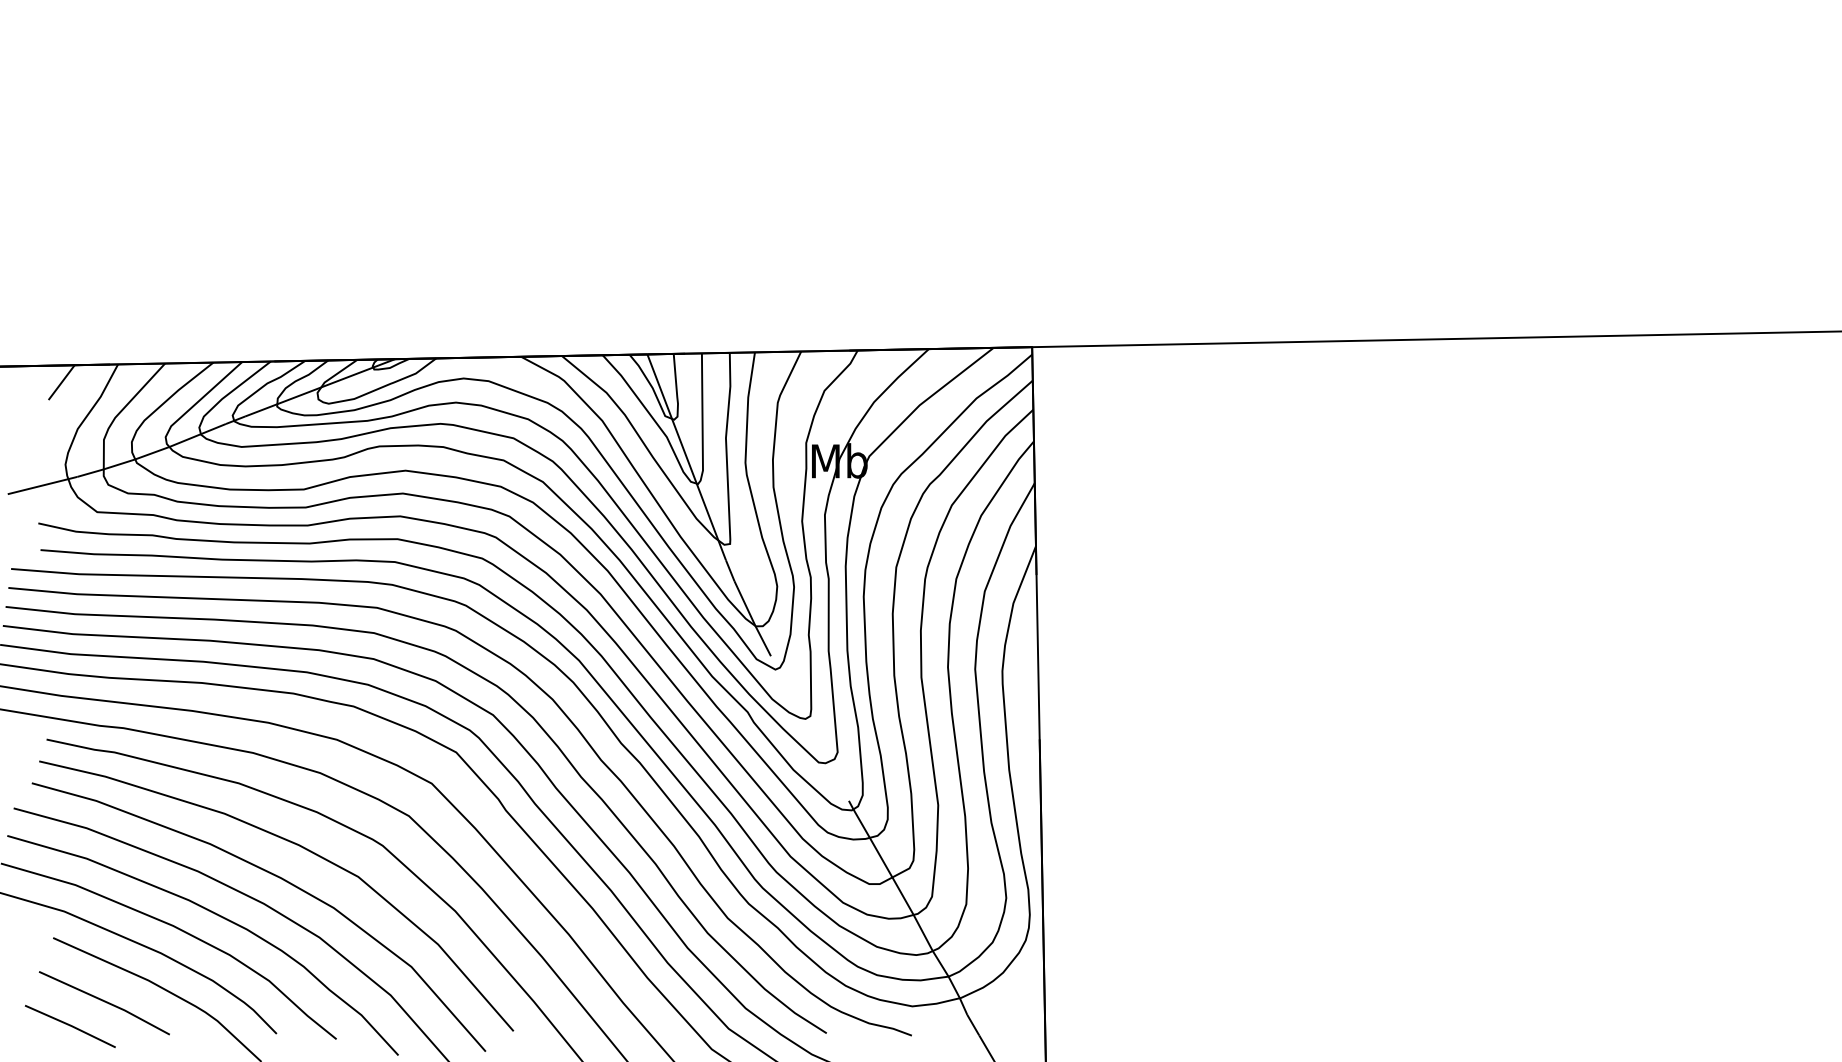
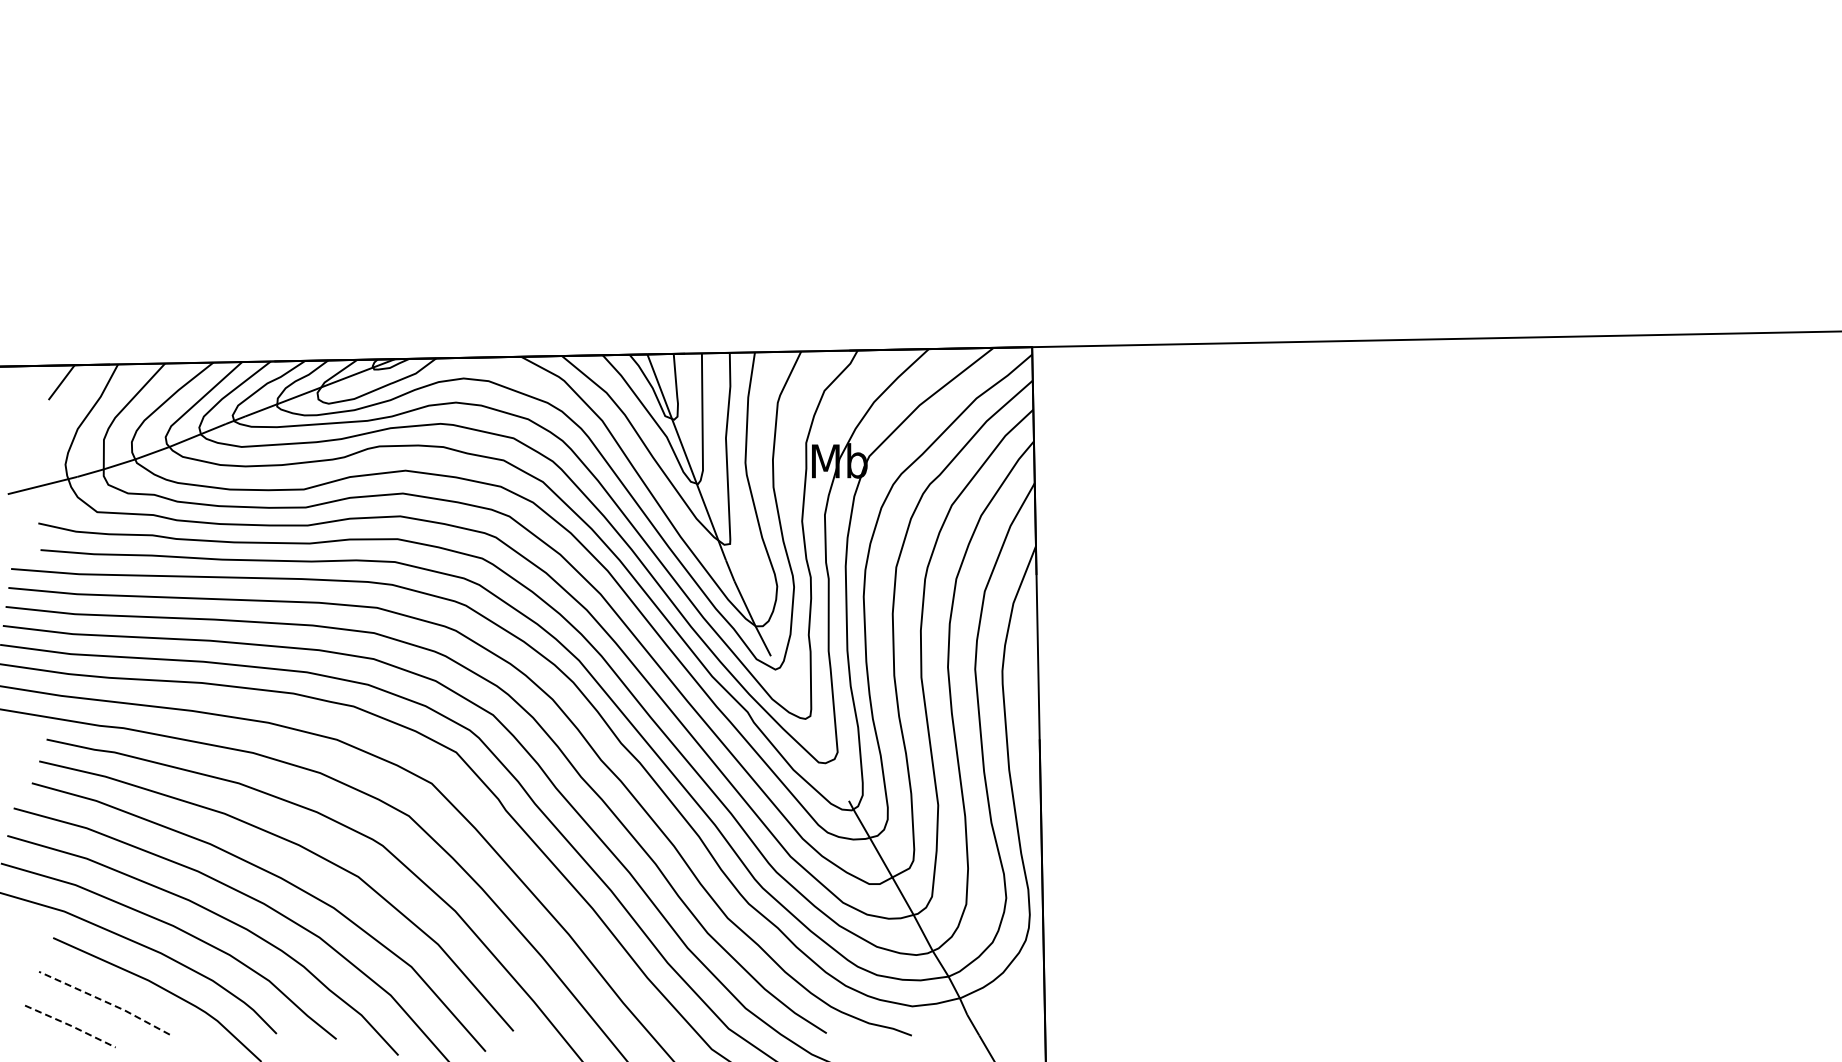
line at (105, 1001): solid -> dashed
line at (71, 1026): solid -> dashed
